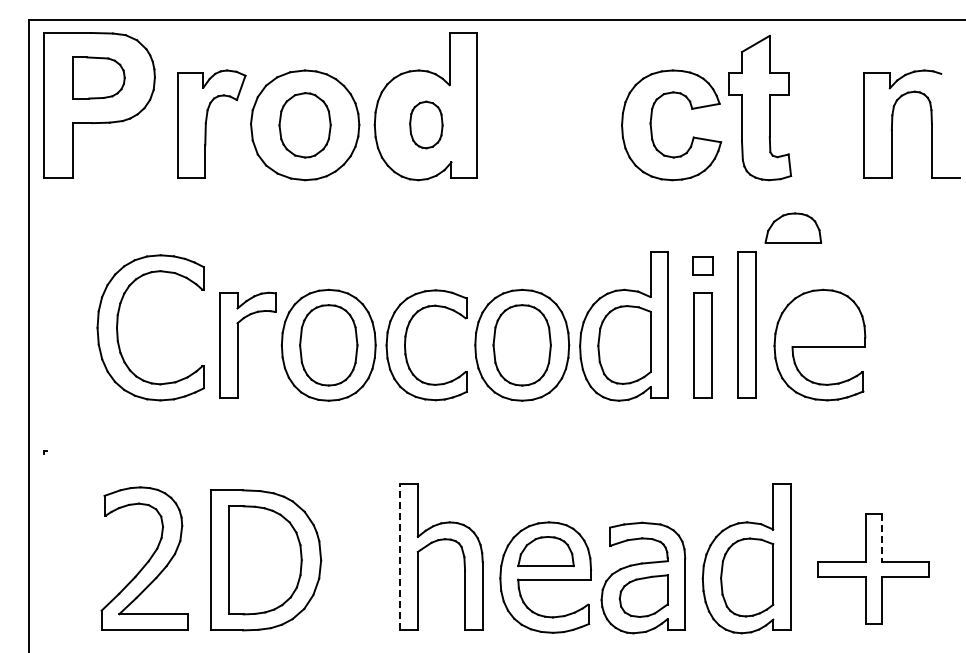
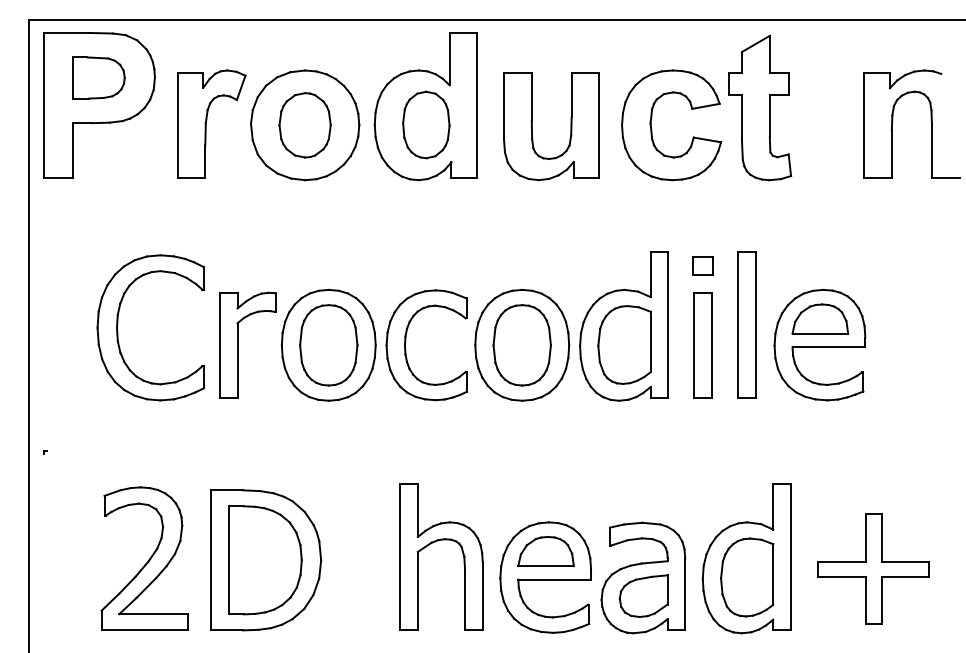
part at (426, 124) size: 35x50 px -> 49x70 px
part at (532, 126): none -> present
part at (792, 227) position: (792, 227) -> (819, 318)
line at (881, 537): dashed -> solid
line at (400, 556): dashed -> solid
